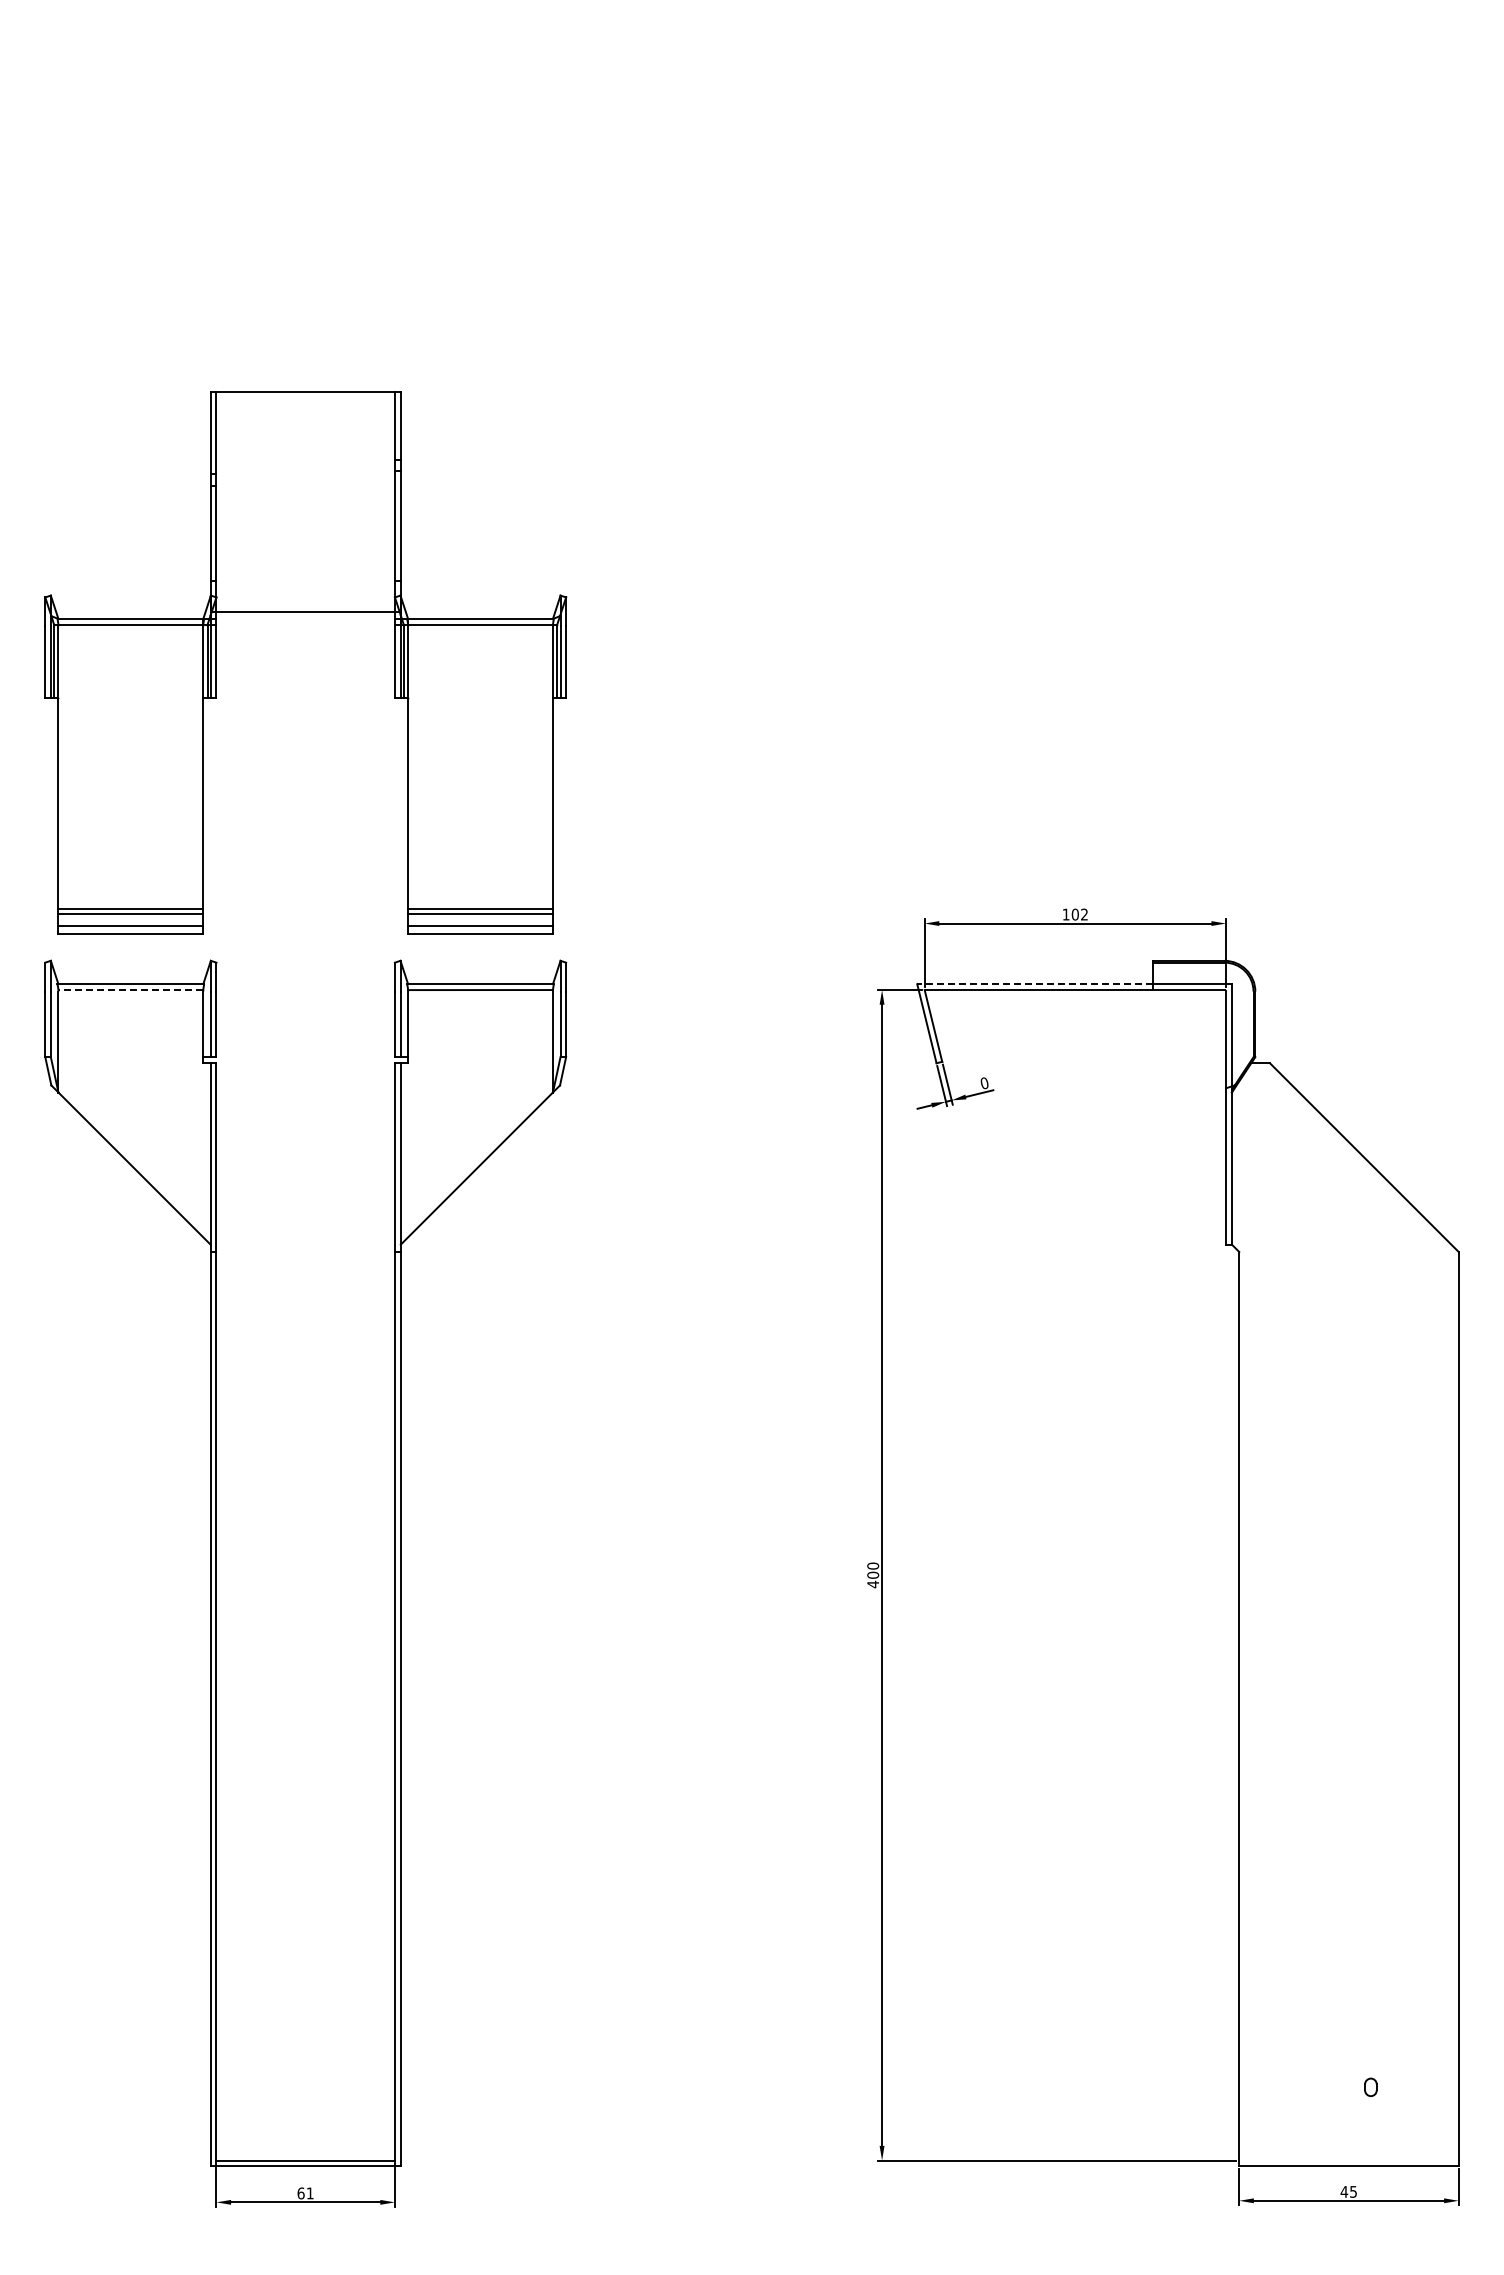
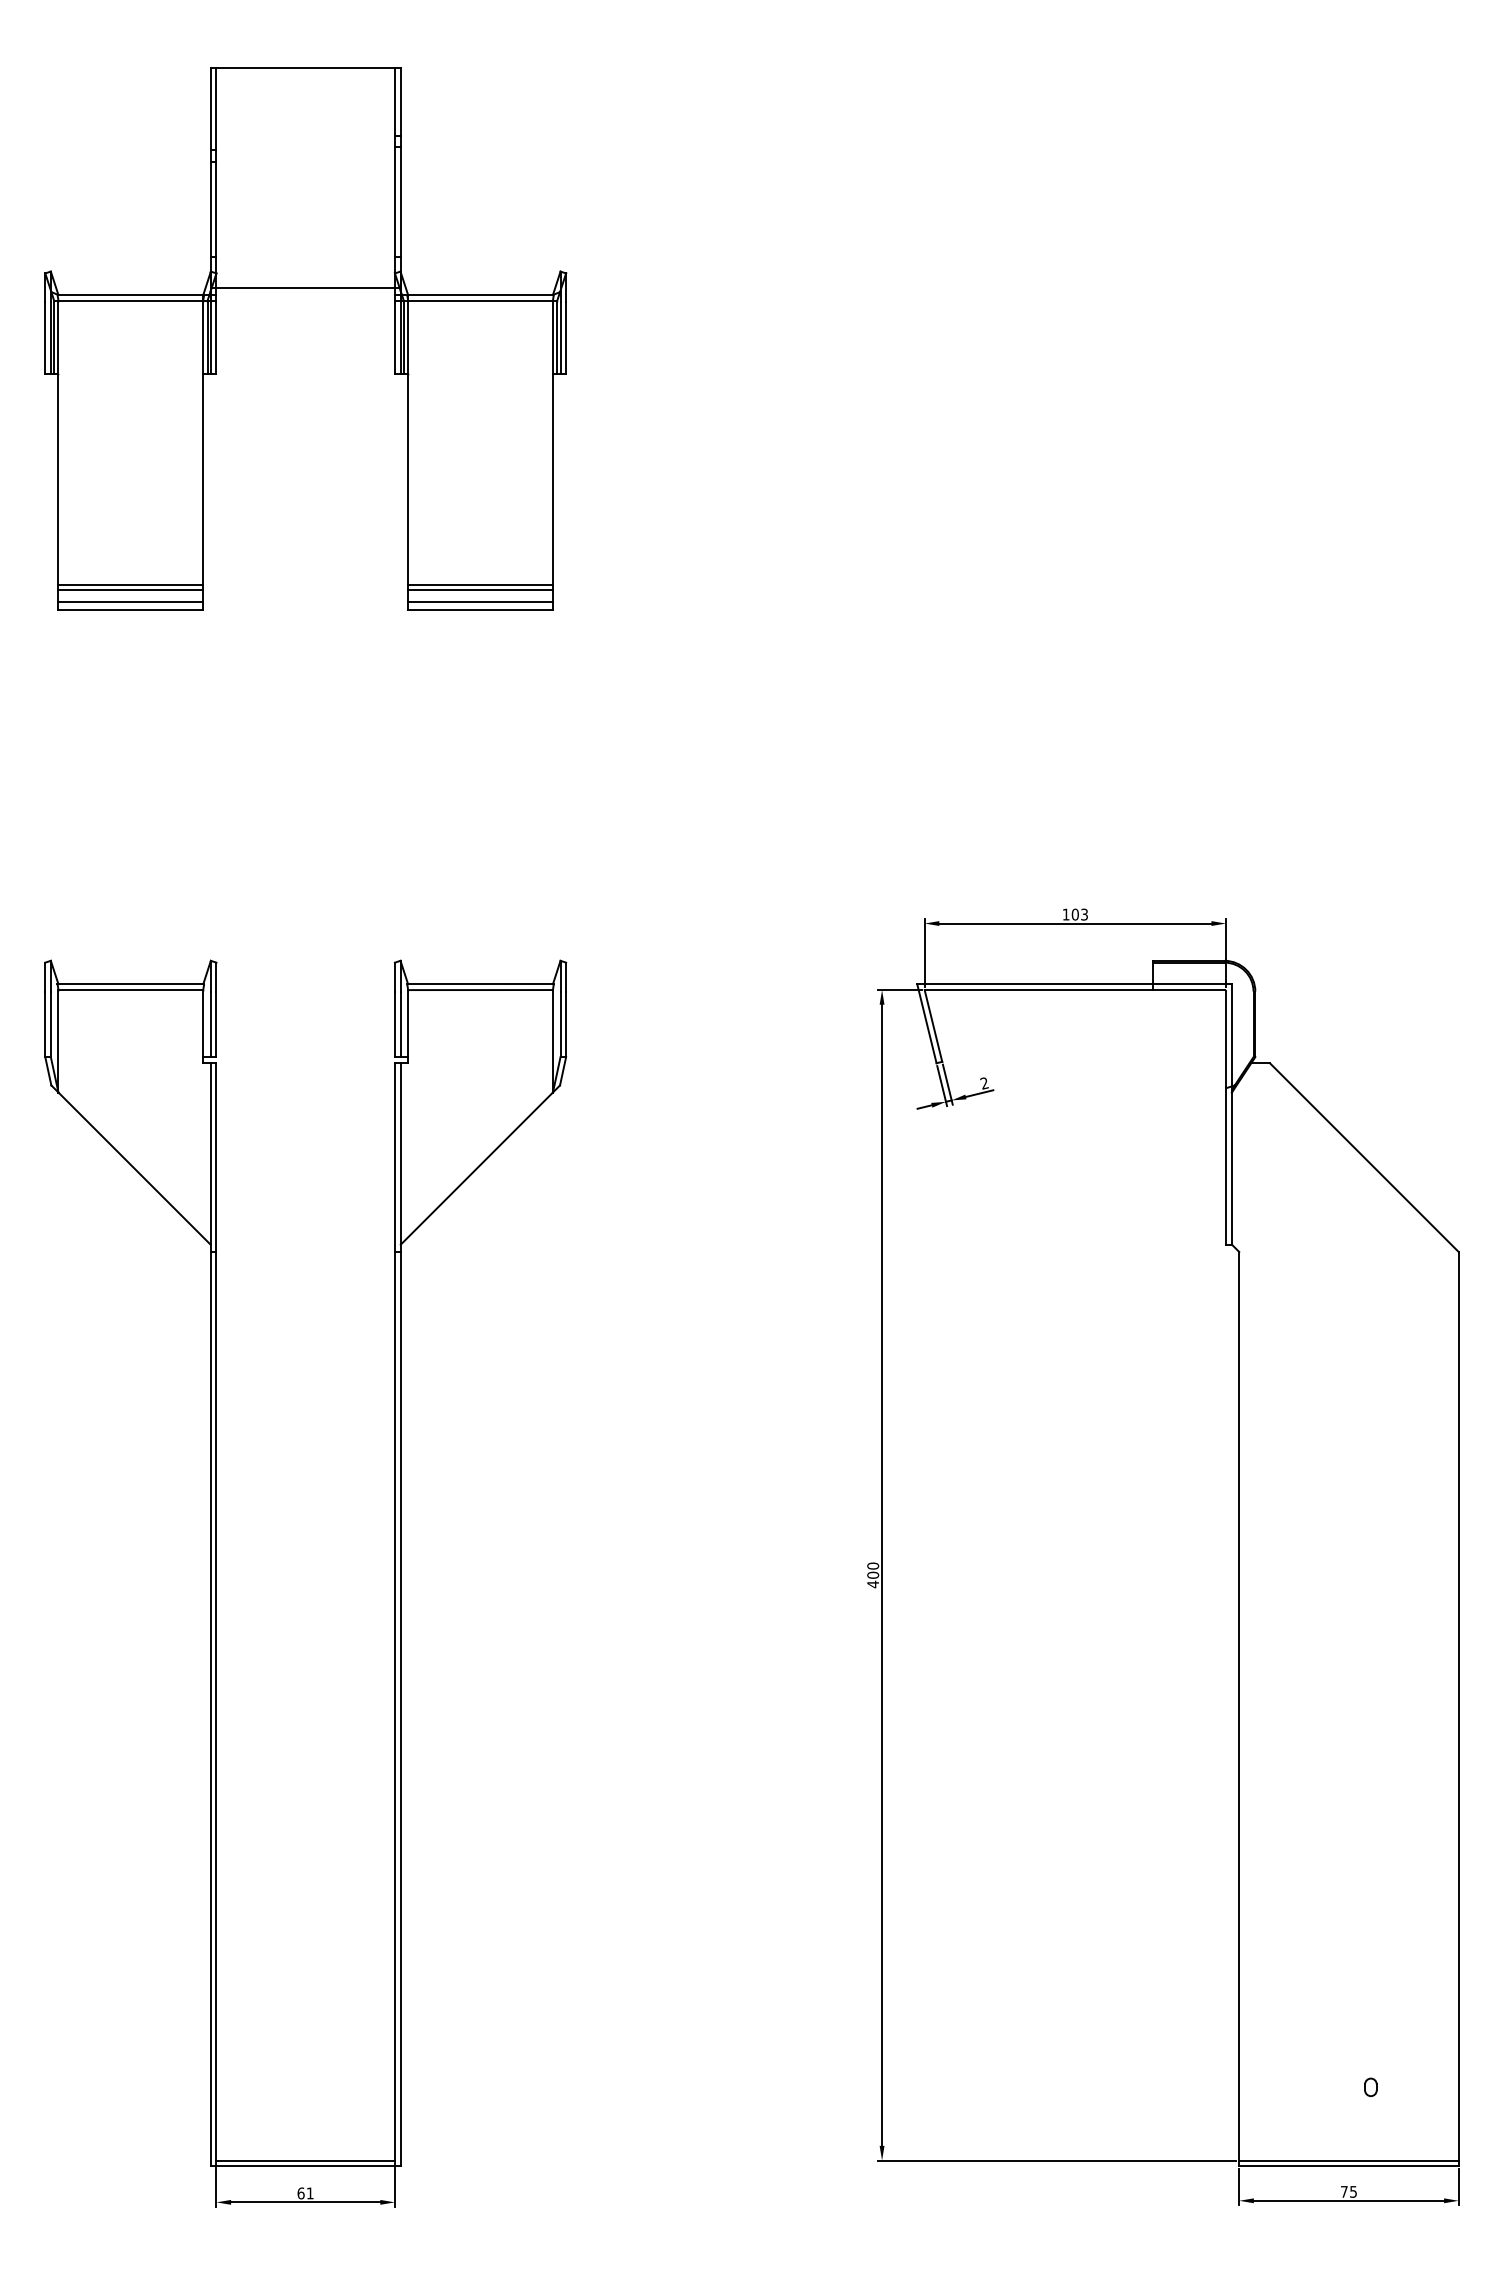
part at (305, 612) position: (305, 612) -> (305, 288)
text at (1084, 914): 102 -> 103
line at (1035, 984): dashed -> solid
line at (130, 990): dashed -> solid
text at (984, 1083): 0 -> 2
line at (1348, 2160): none -> present
text at (1344, 2191): 45 -> 75
